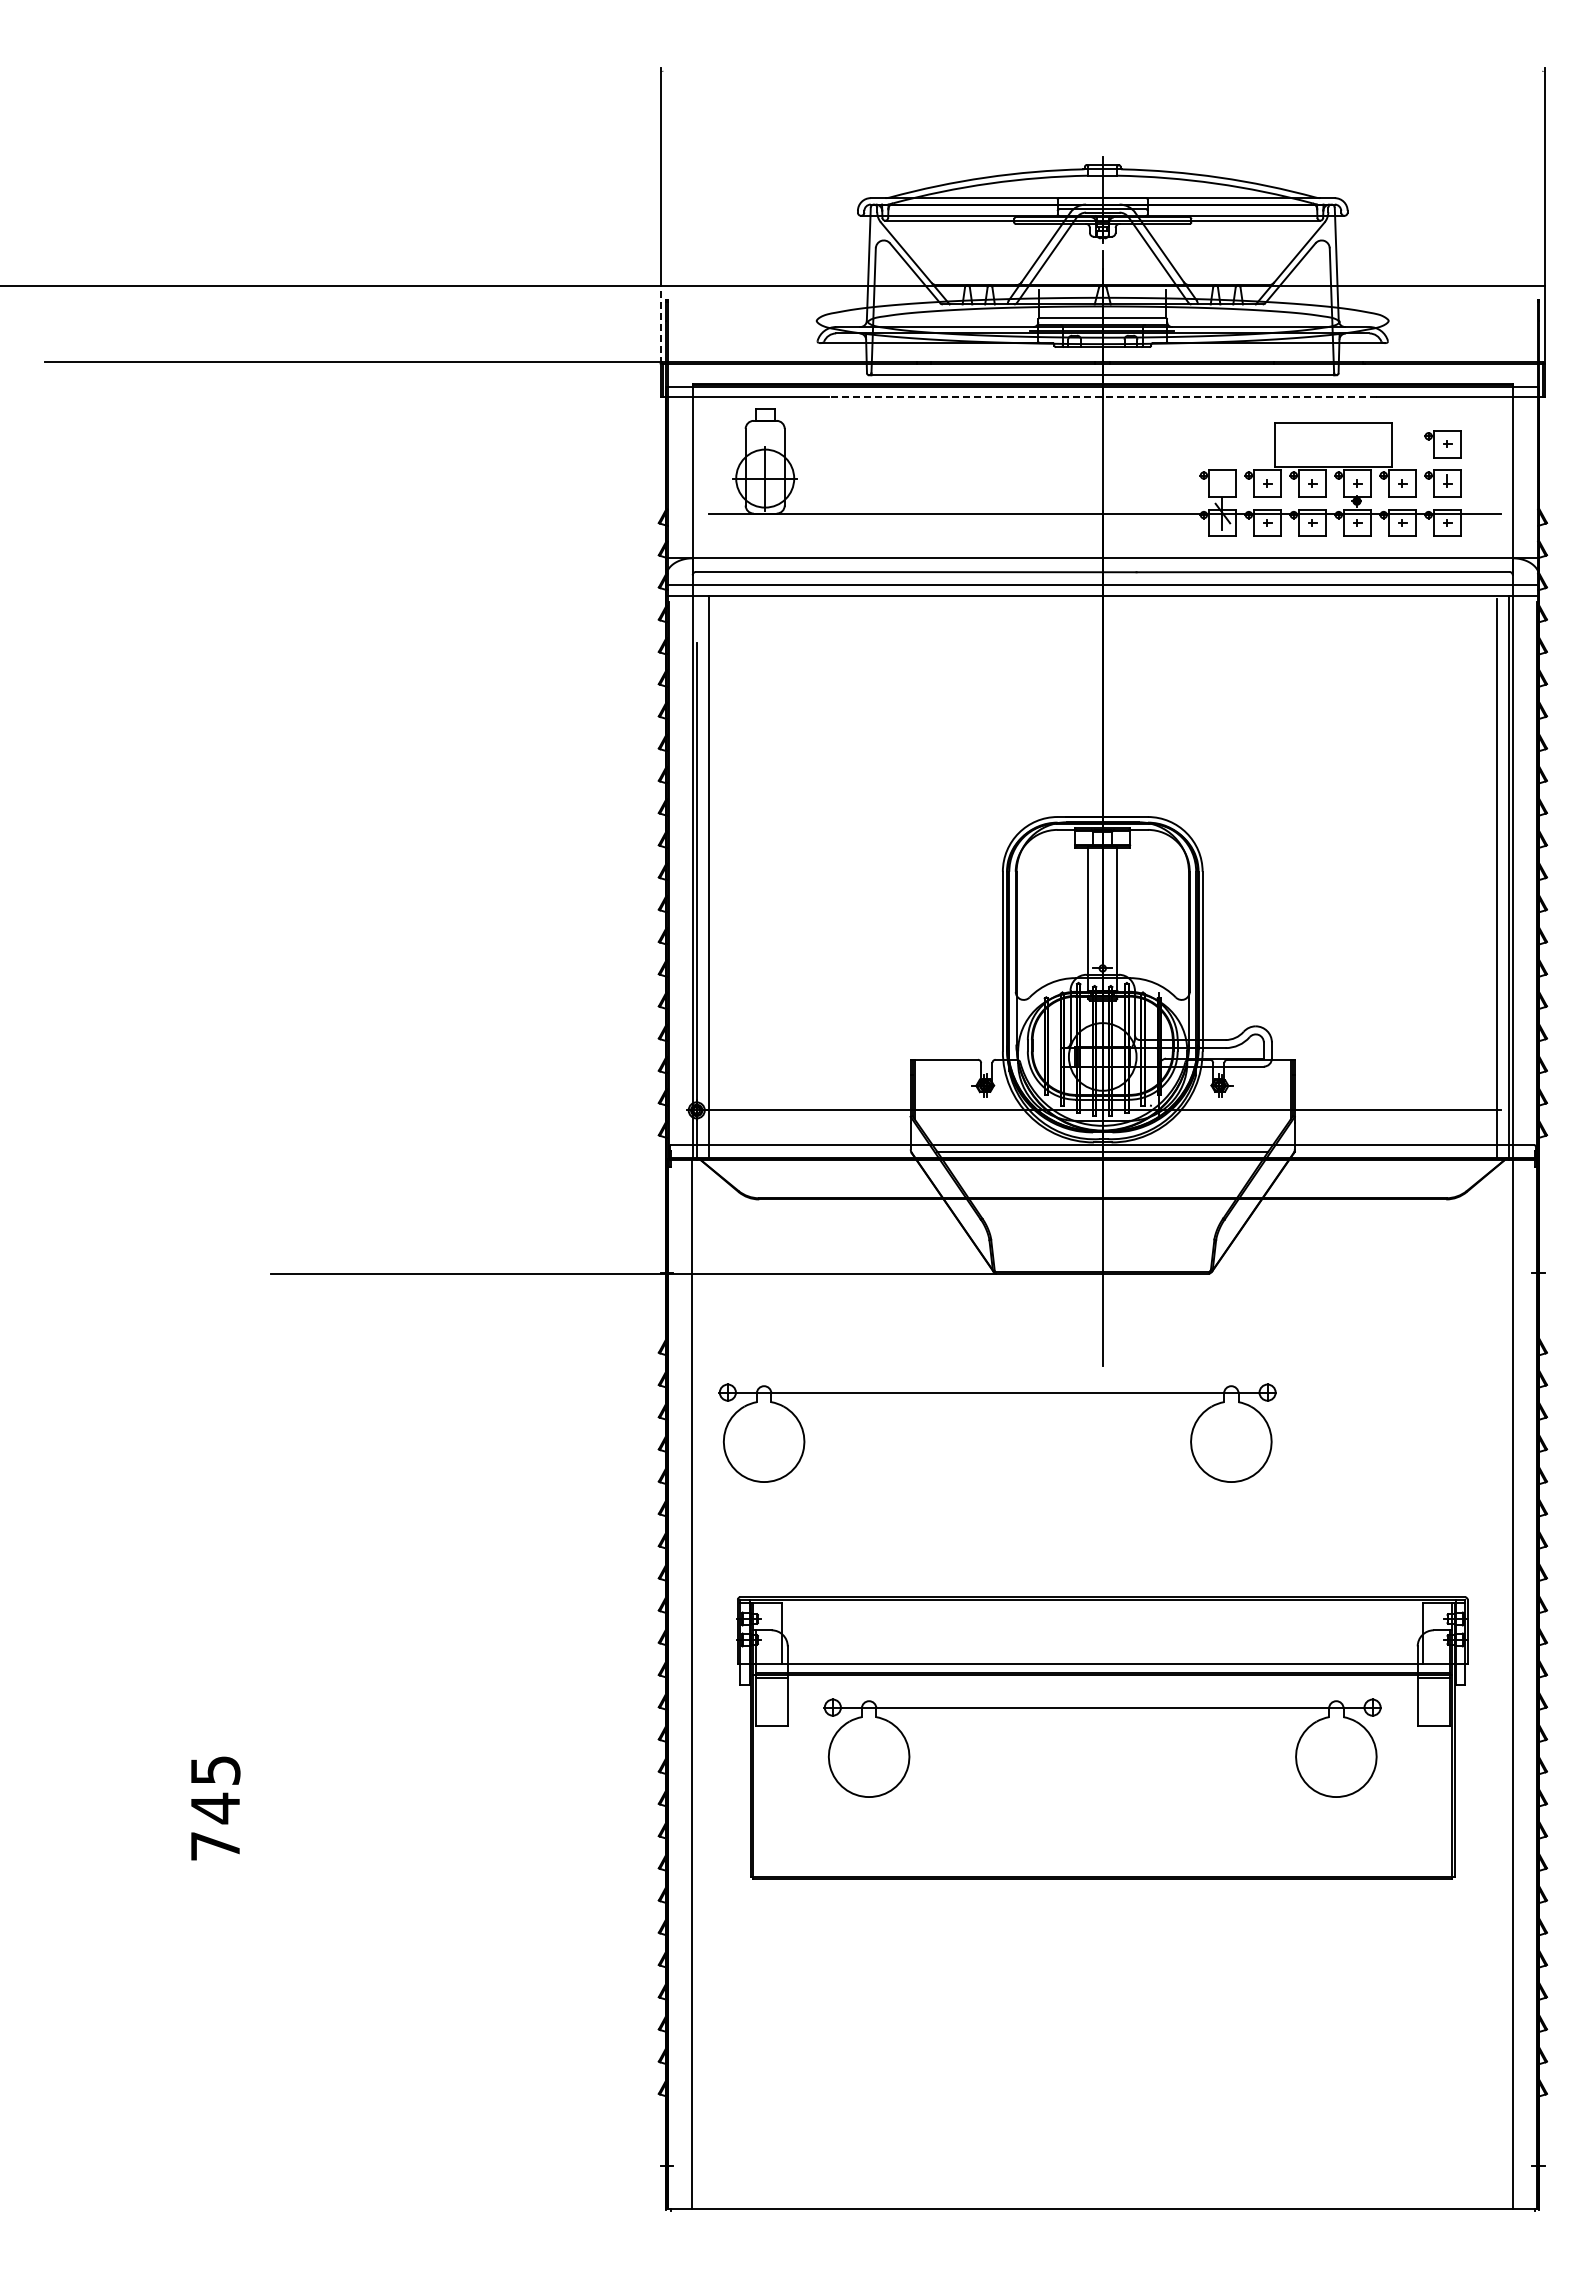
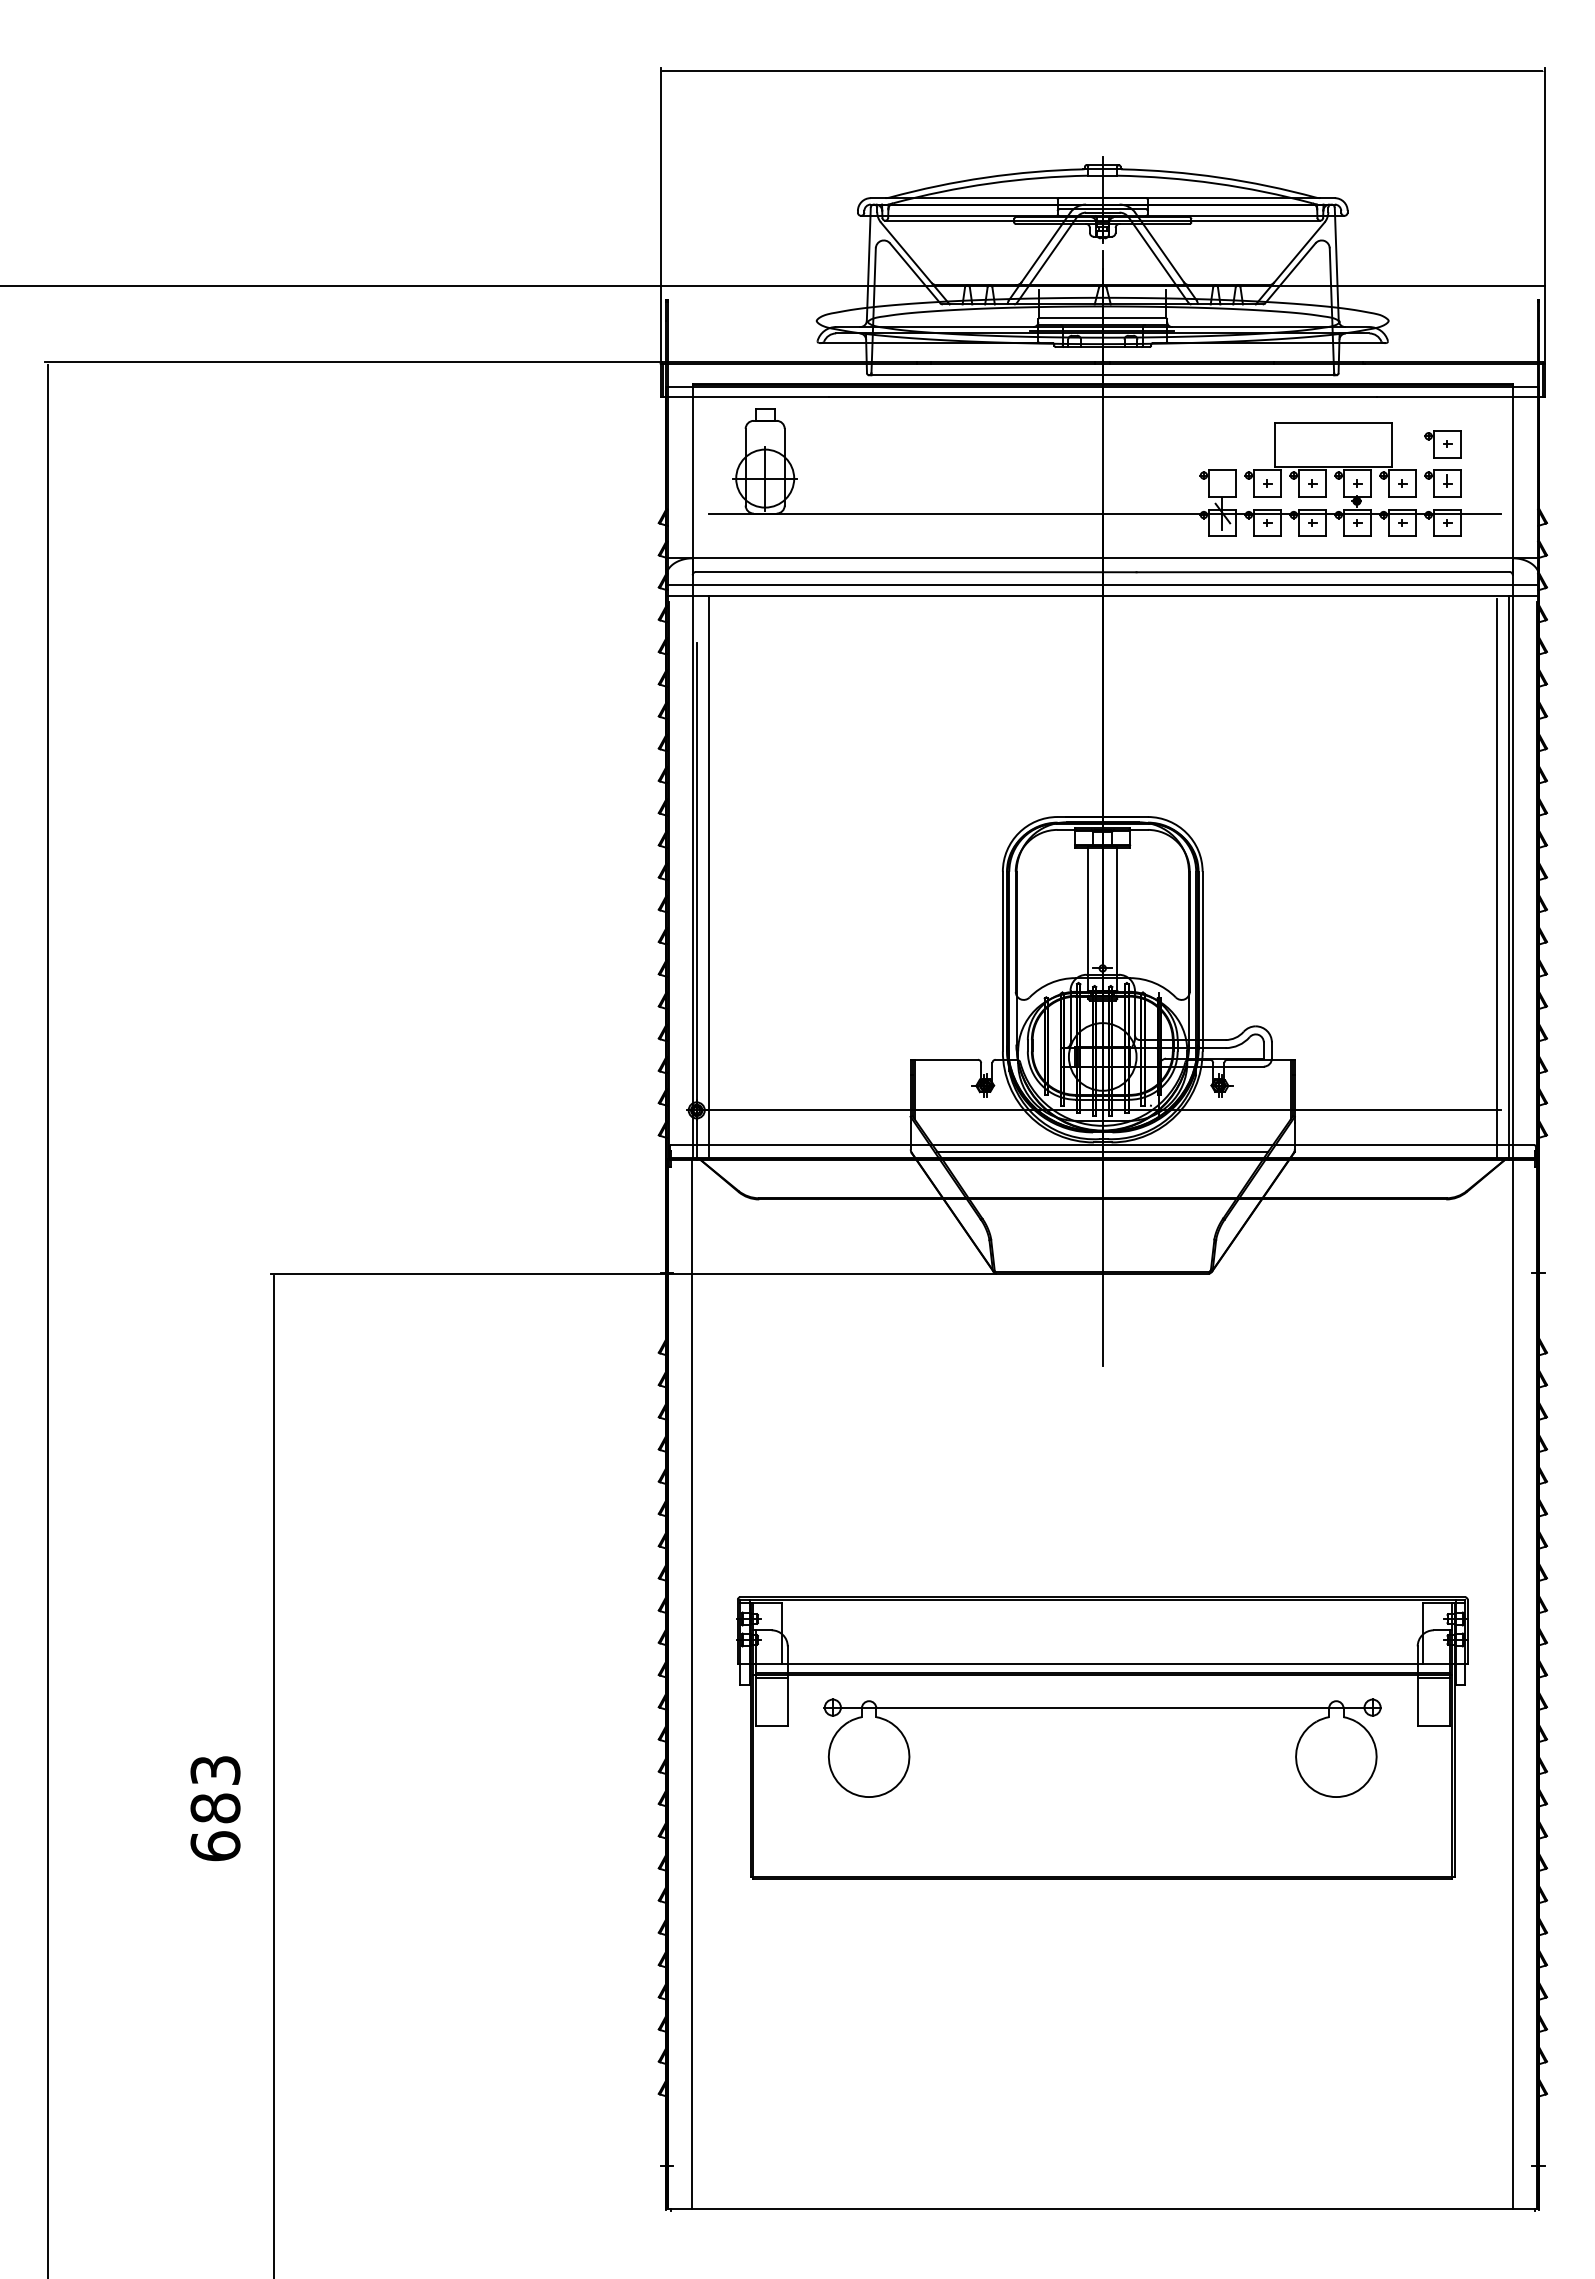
line at (1102, 71): none -> present
line at (660, 324): dashed -> solid
line at (1102, 396): dashed -> solid
line at (48, 1319): none -> present
part at (997, 1393): present -> none
line at (273, 1775): none -> present
text at (215, 1808): 745 -> 683
